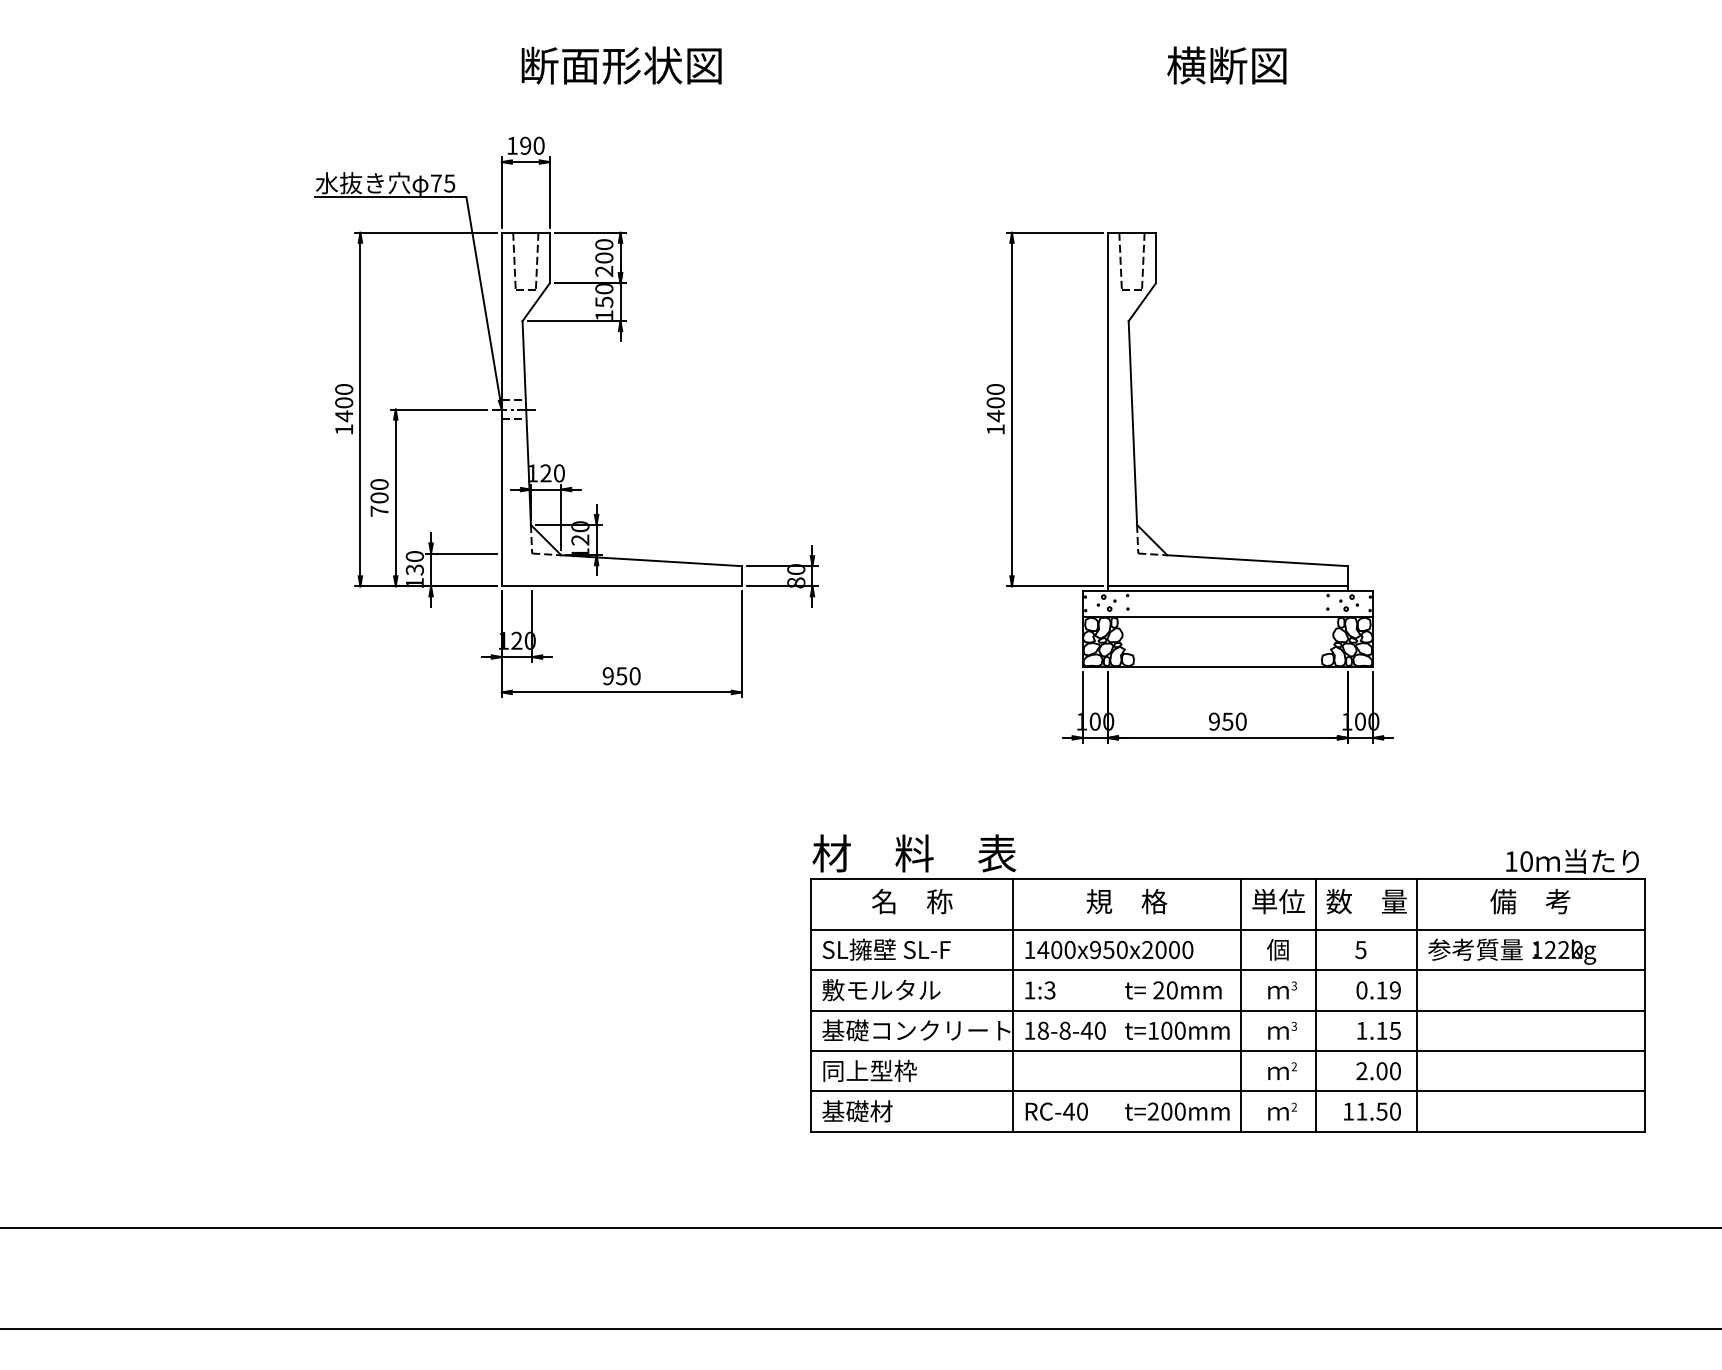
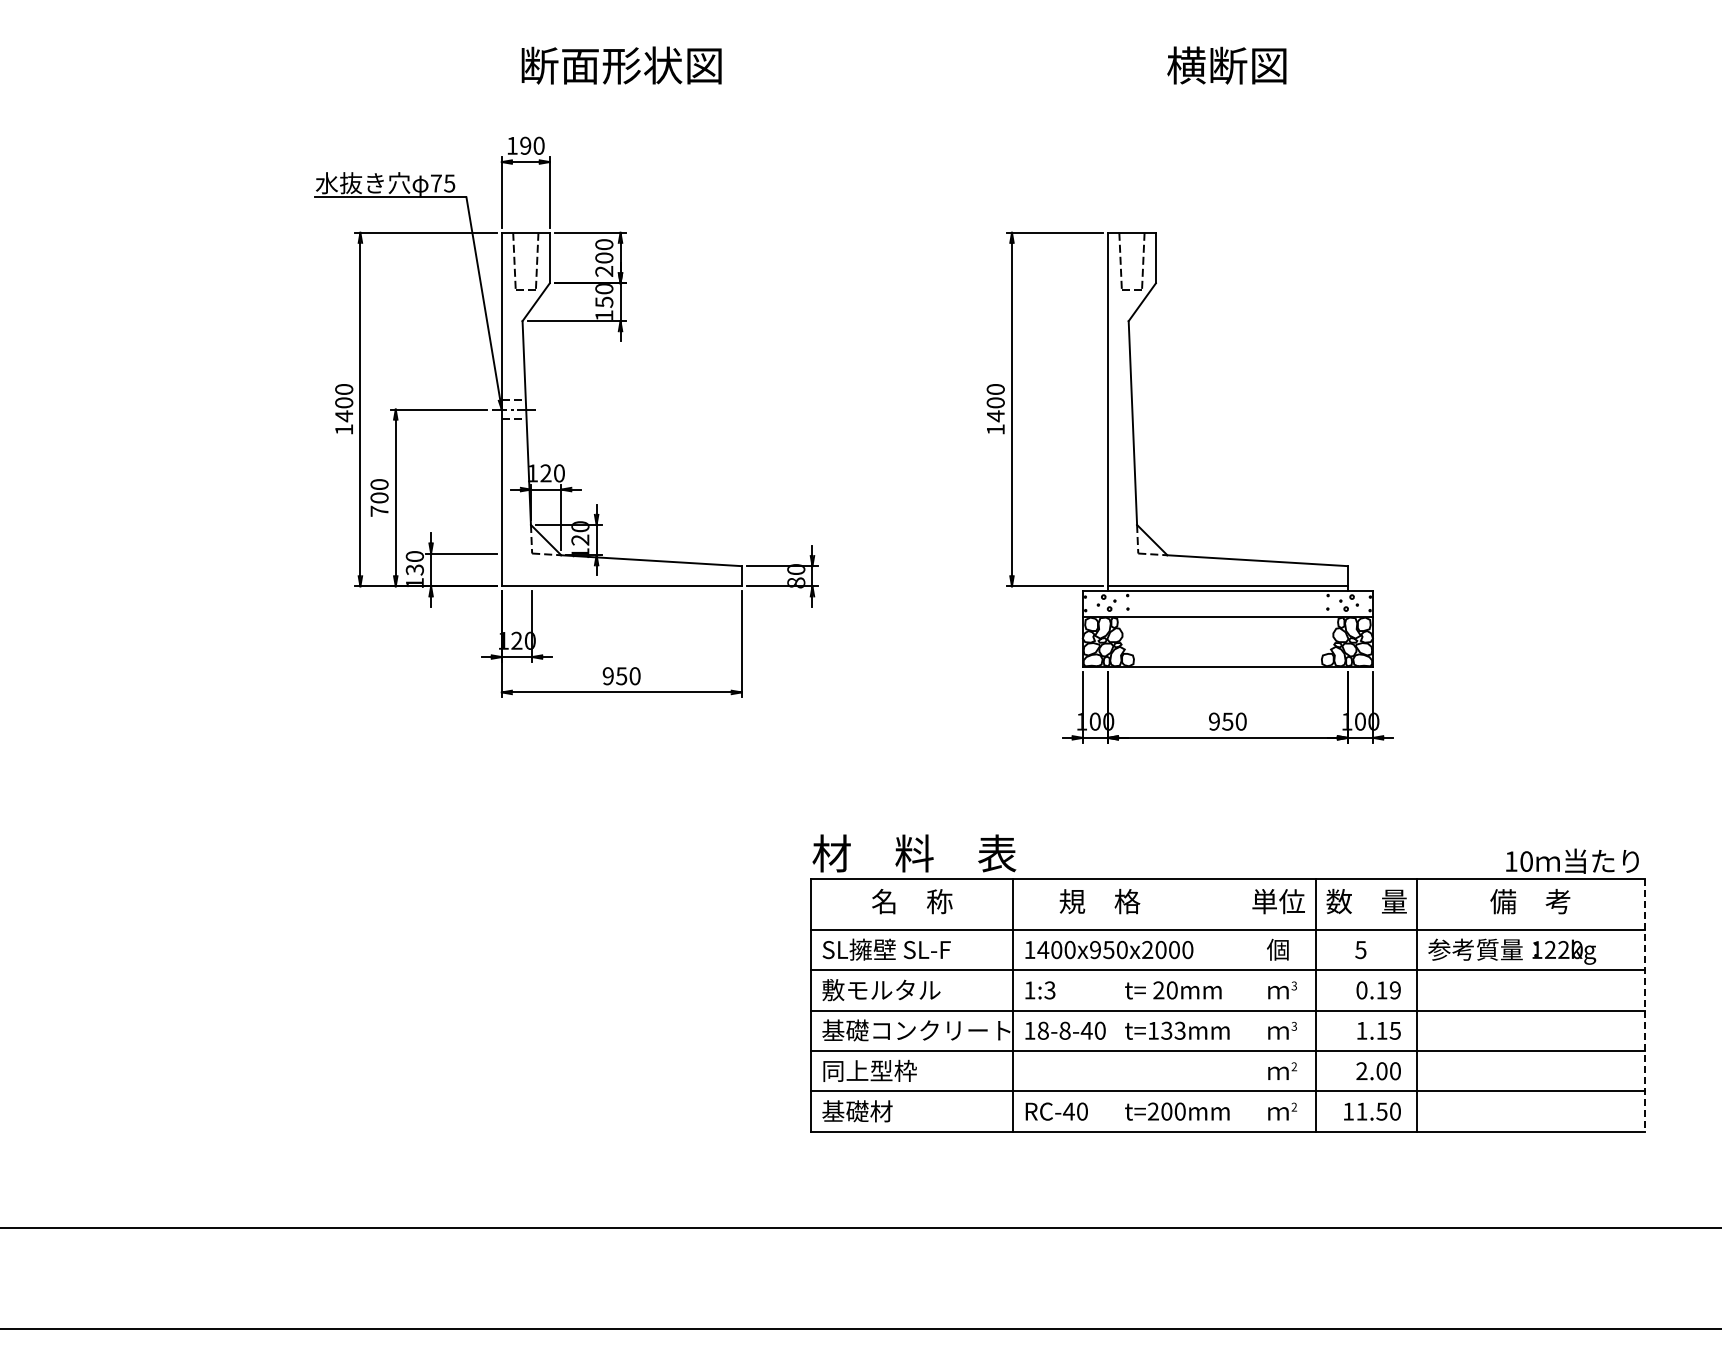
text at (1126, 901) position: (1126, 901) -> (1099, 901)
line at (1240, 1005): present -> none
line at (1644, 1006): solid -> dashed
text at (1173, 1030): t=100mm -> t=133mm
